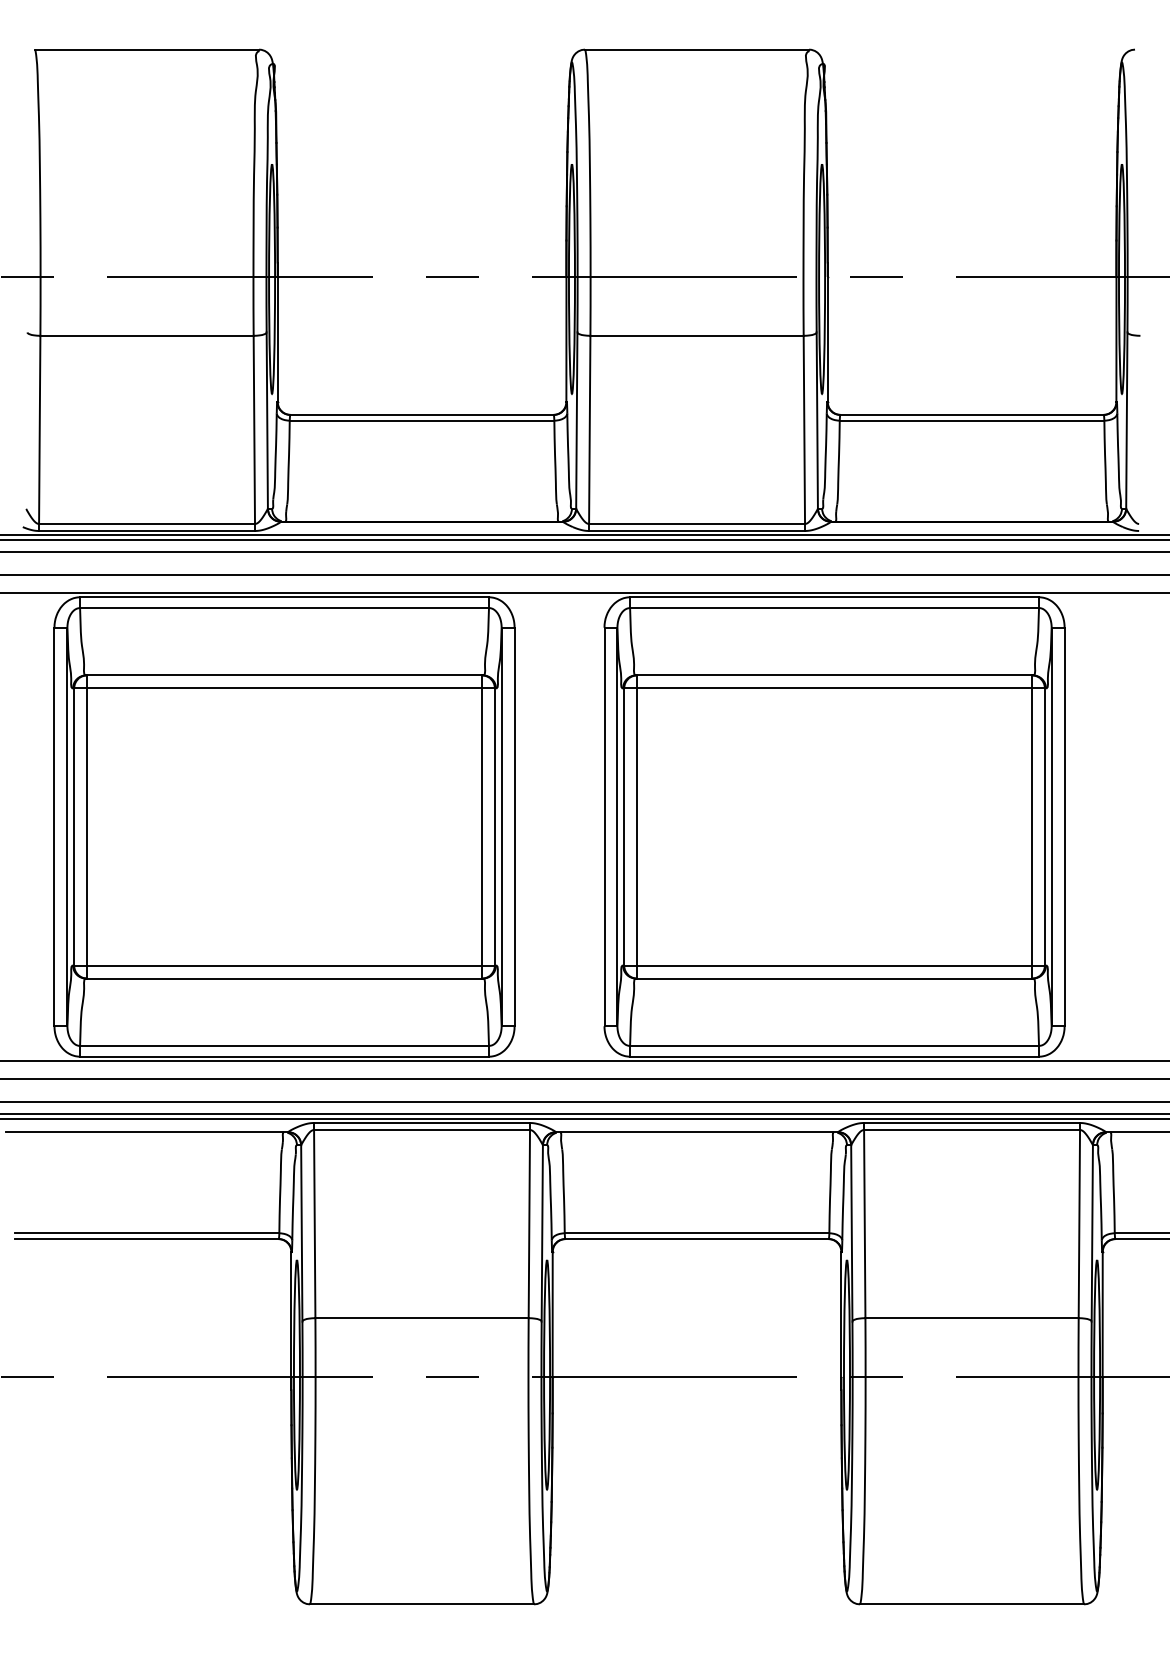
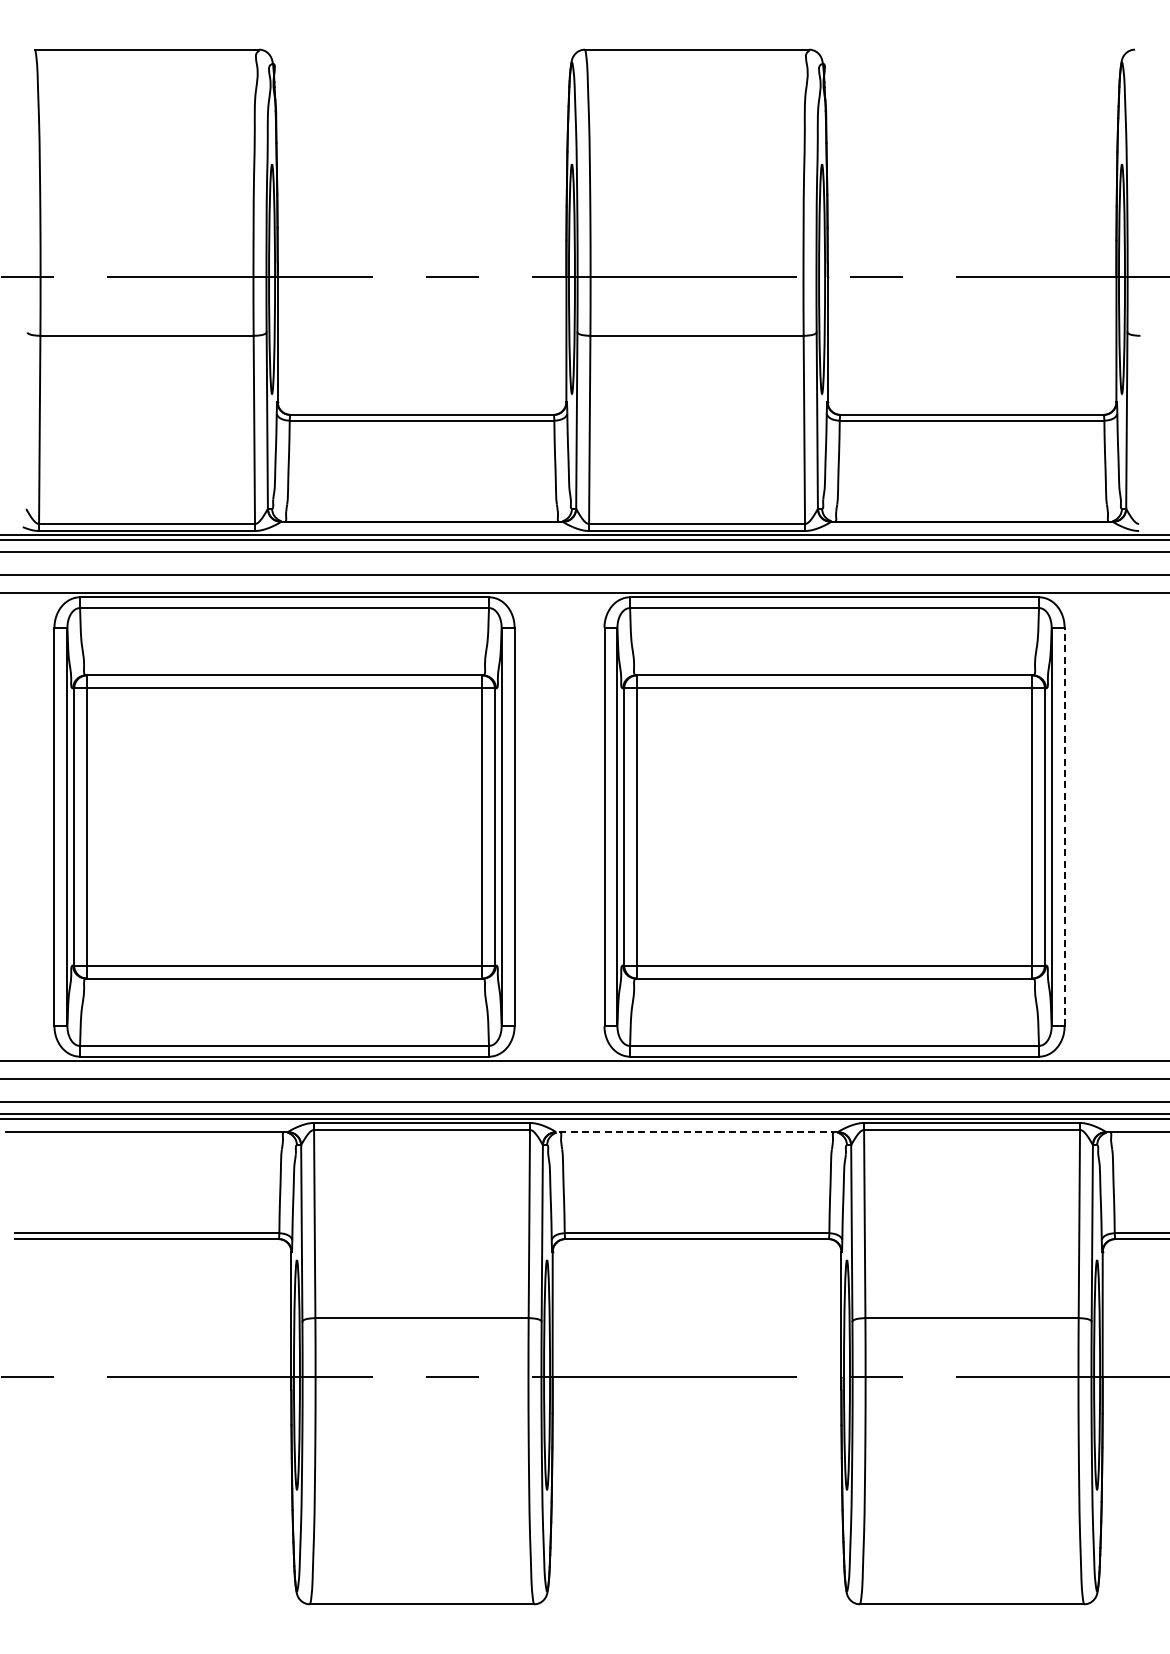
line at (1064, 826): solid -> dashed
line at (696, 1132): solid -> dashed
